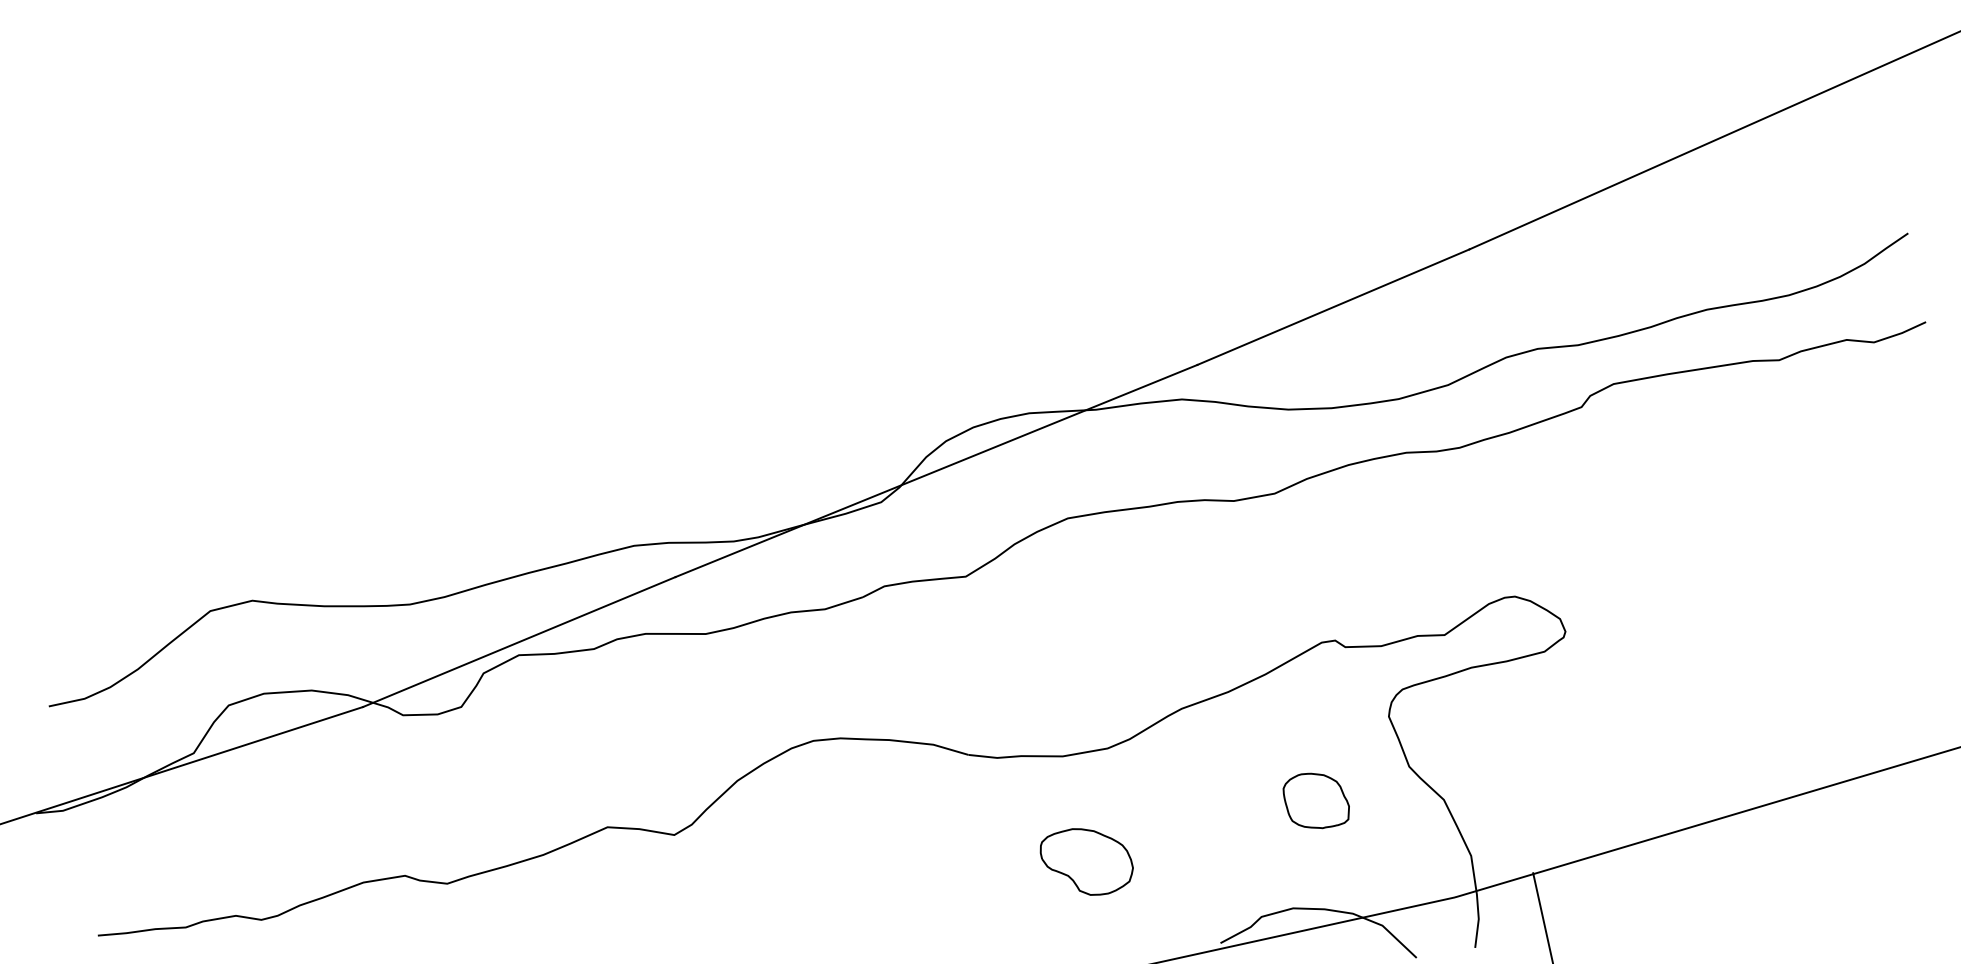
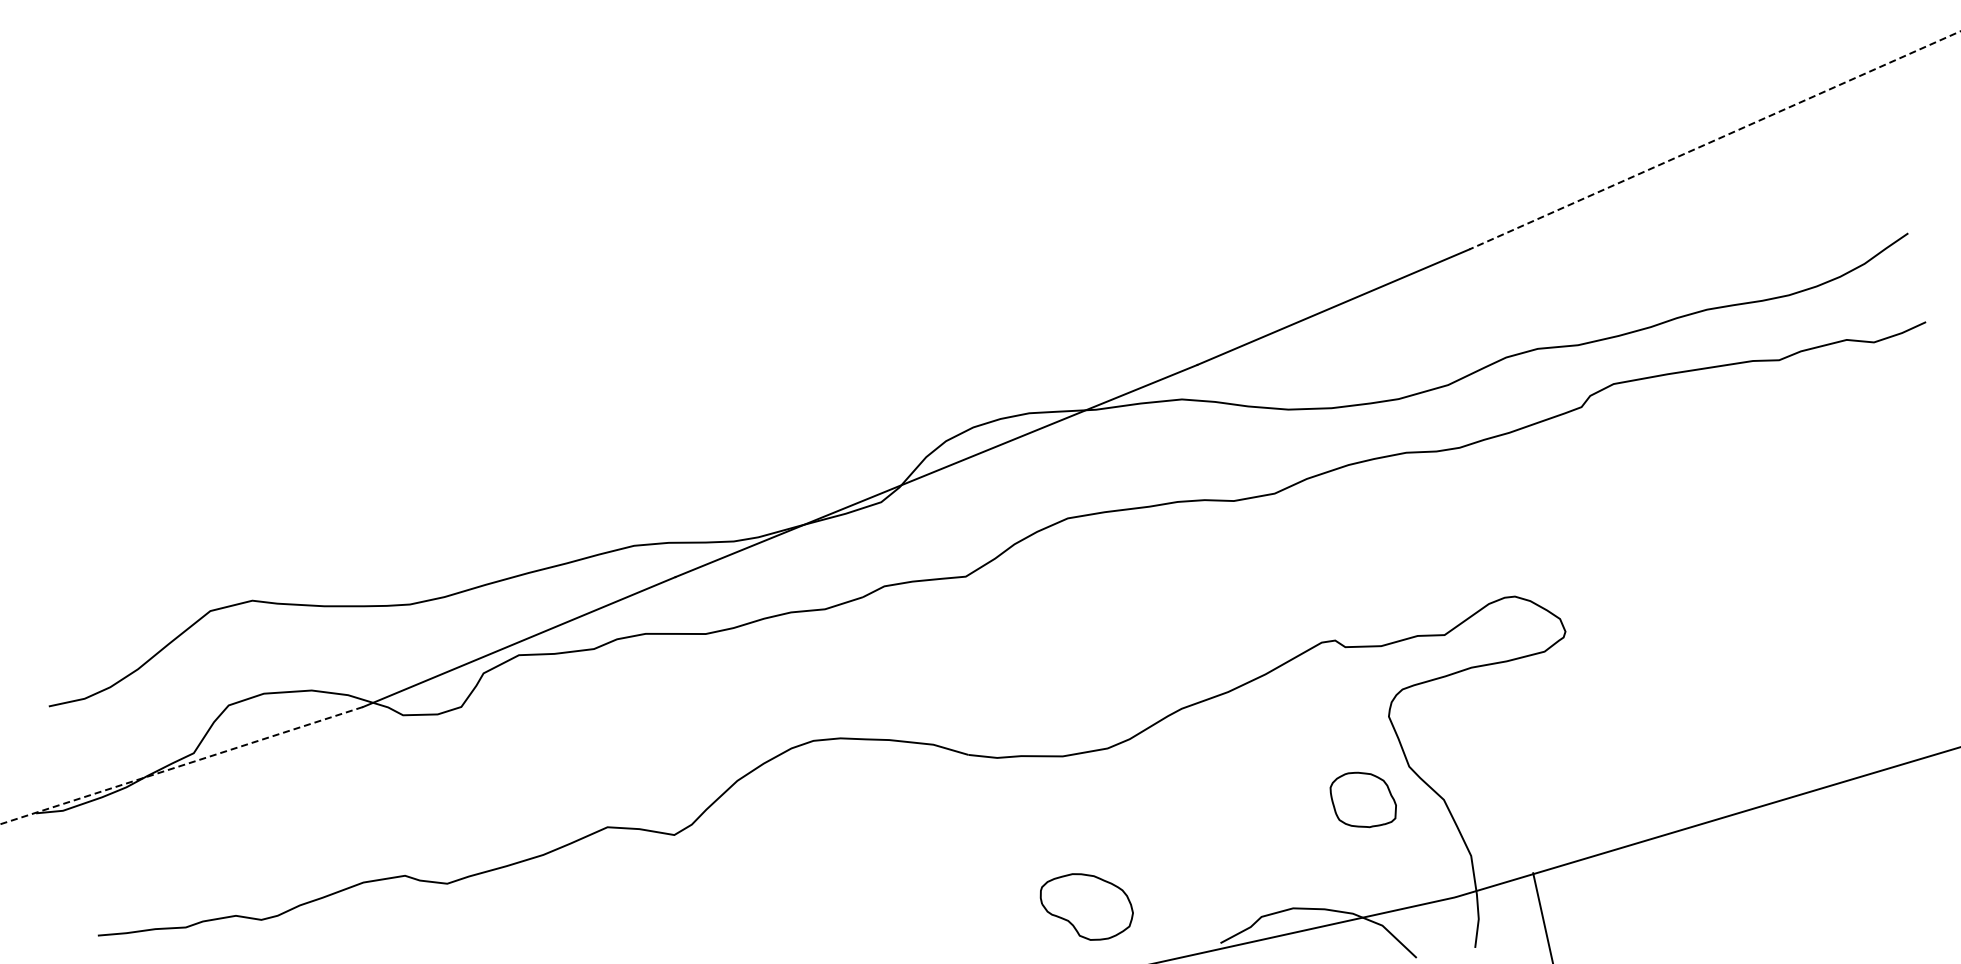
line at (1715, 140): solid -> dashed
line at (181, 765): solid -> dashed
part at (1315, 800) position: (1315, 800) -> (1362, 799)
part at (1086, 861) position: (1086, 861) -> (1086, 906)
